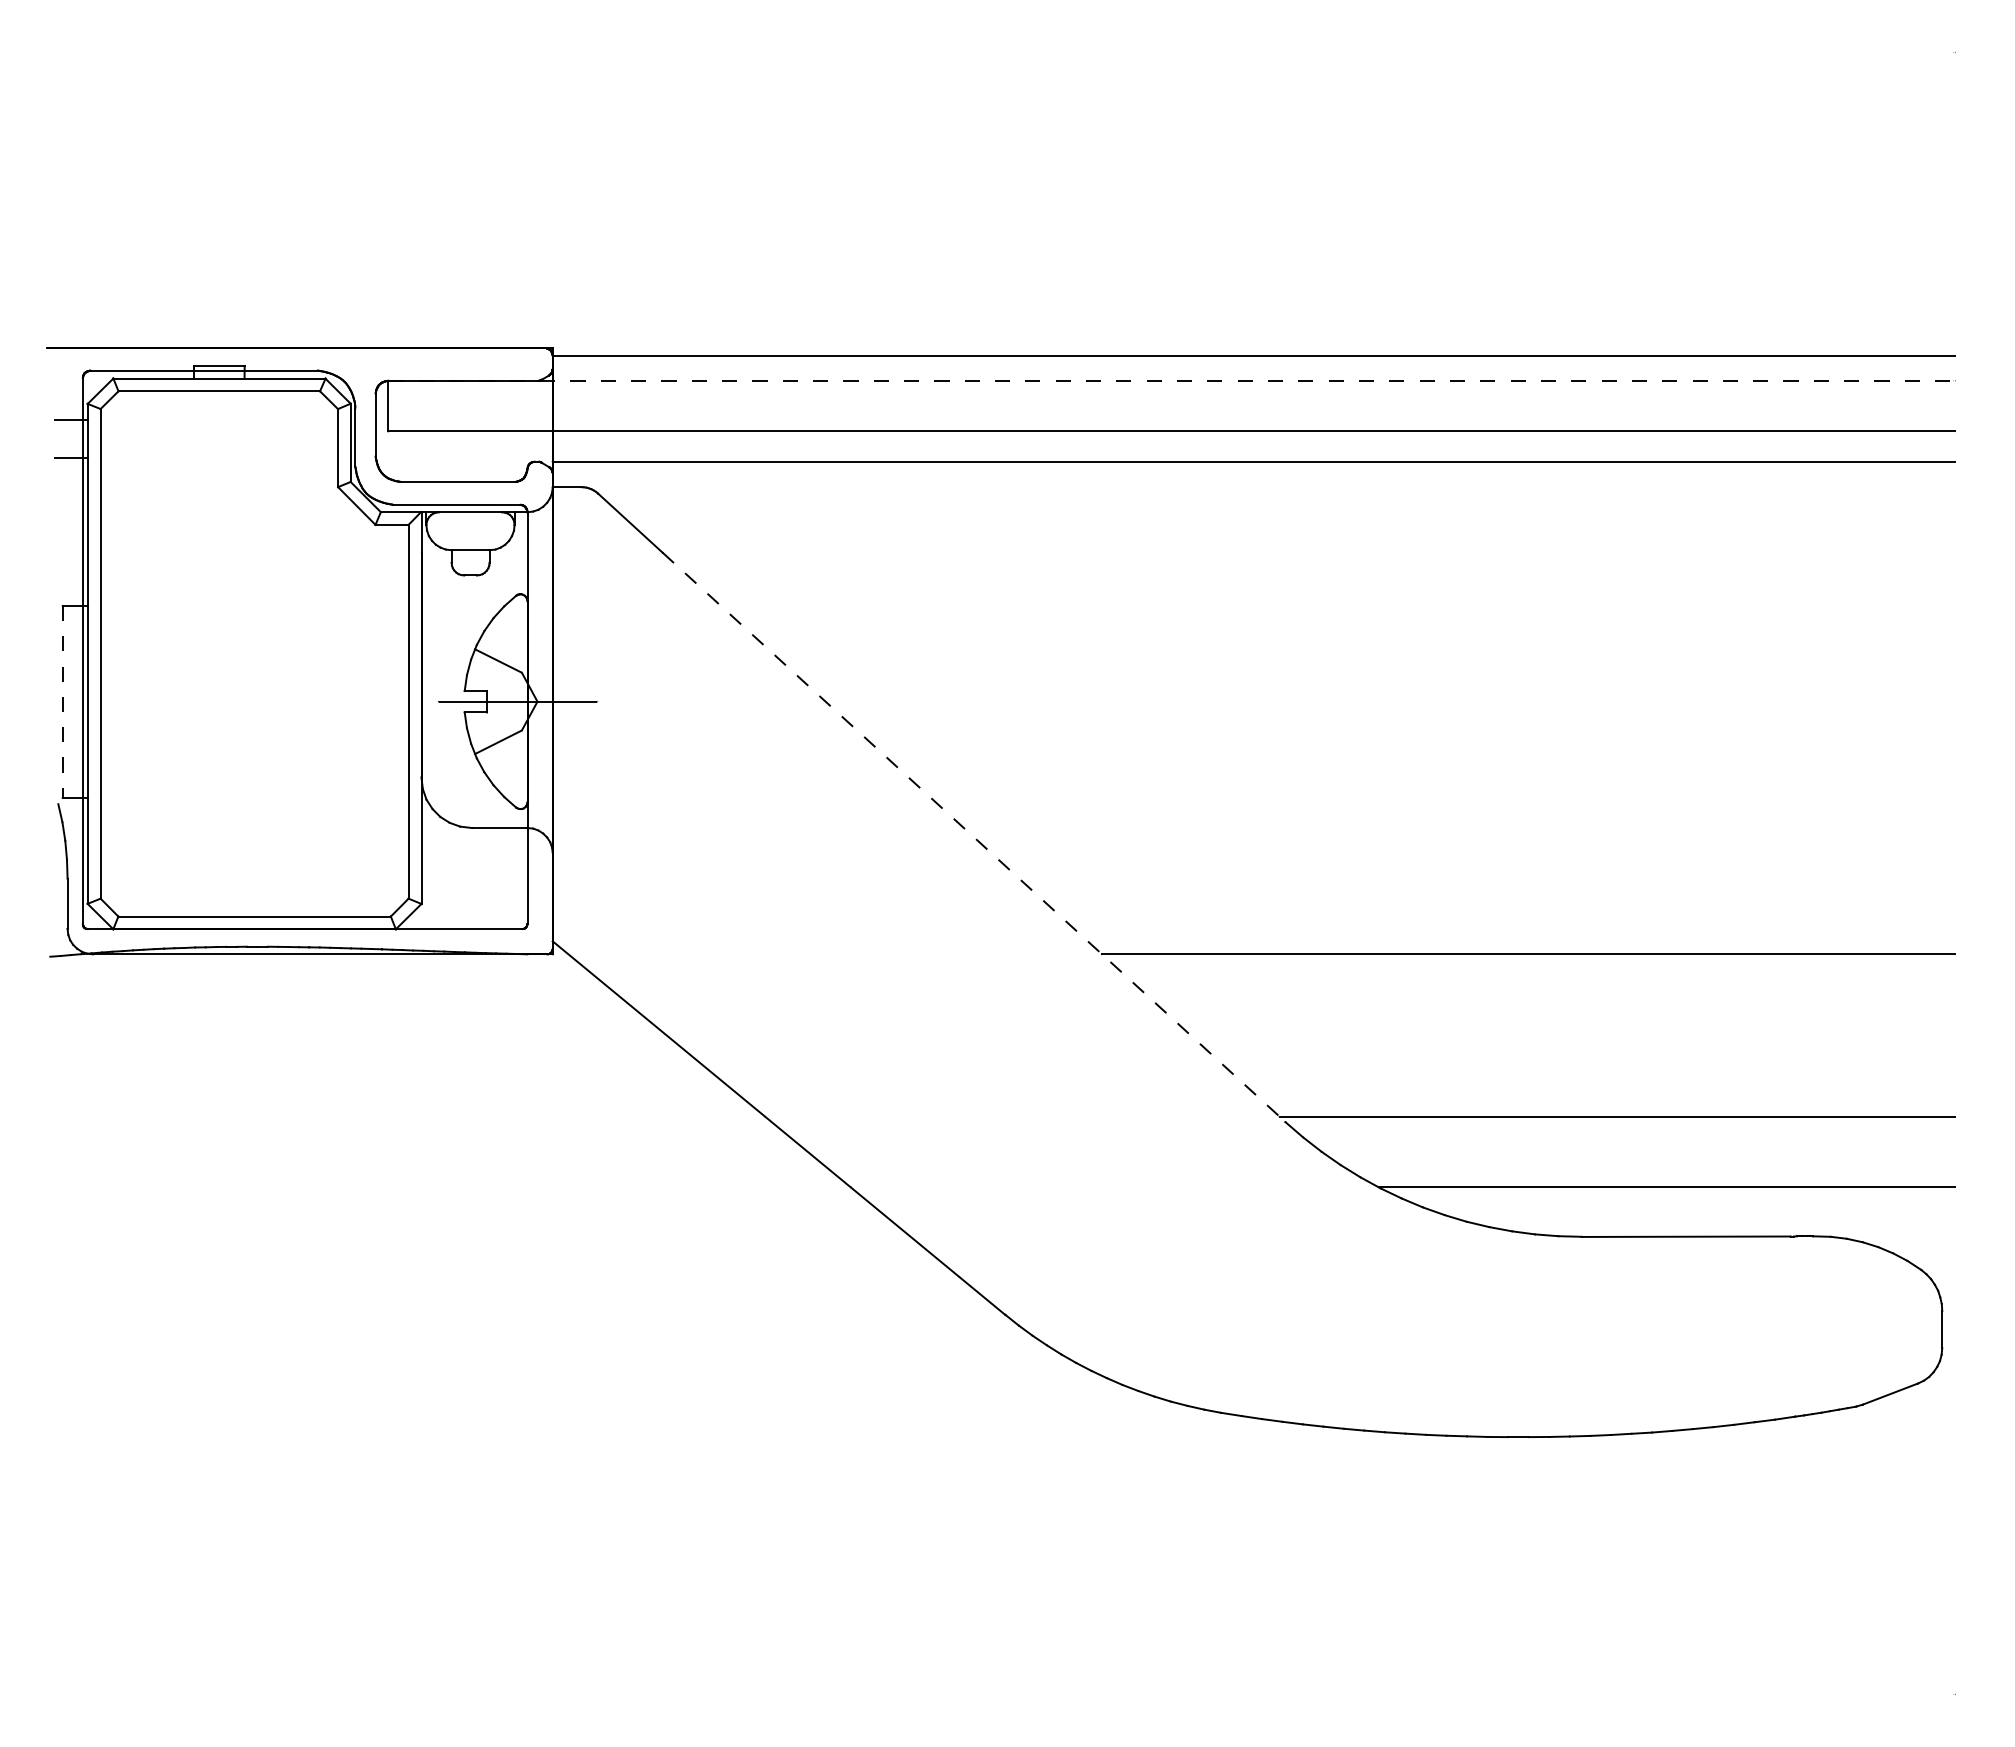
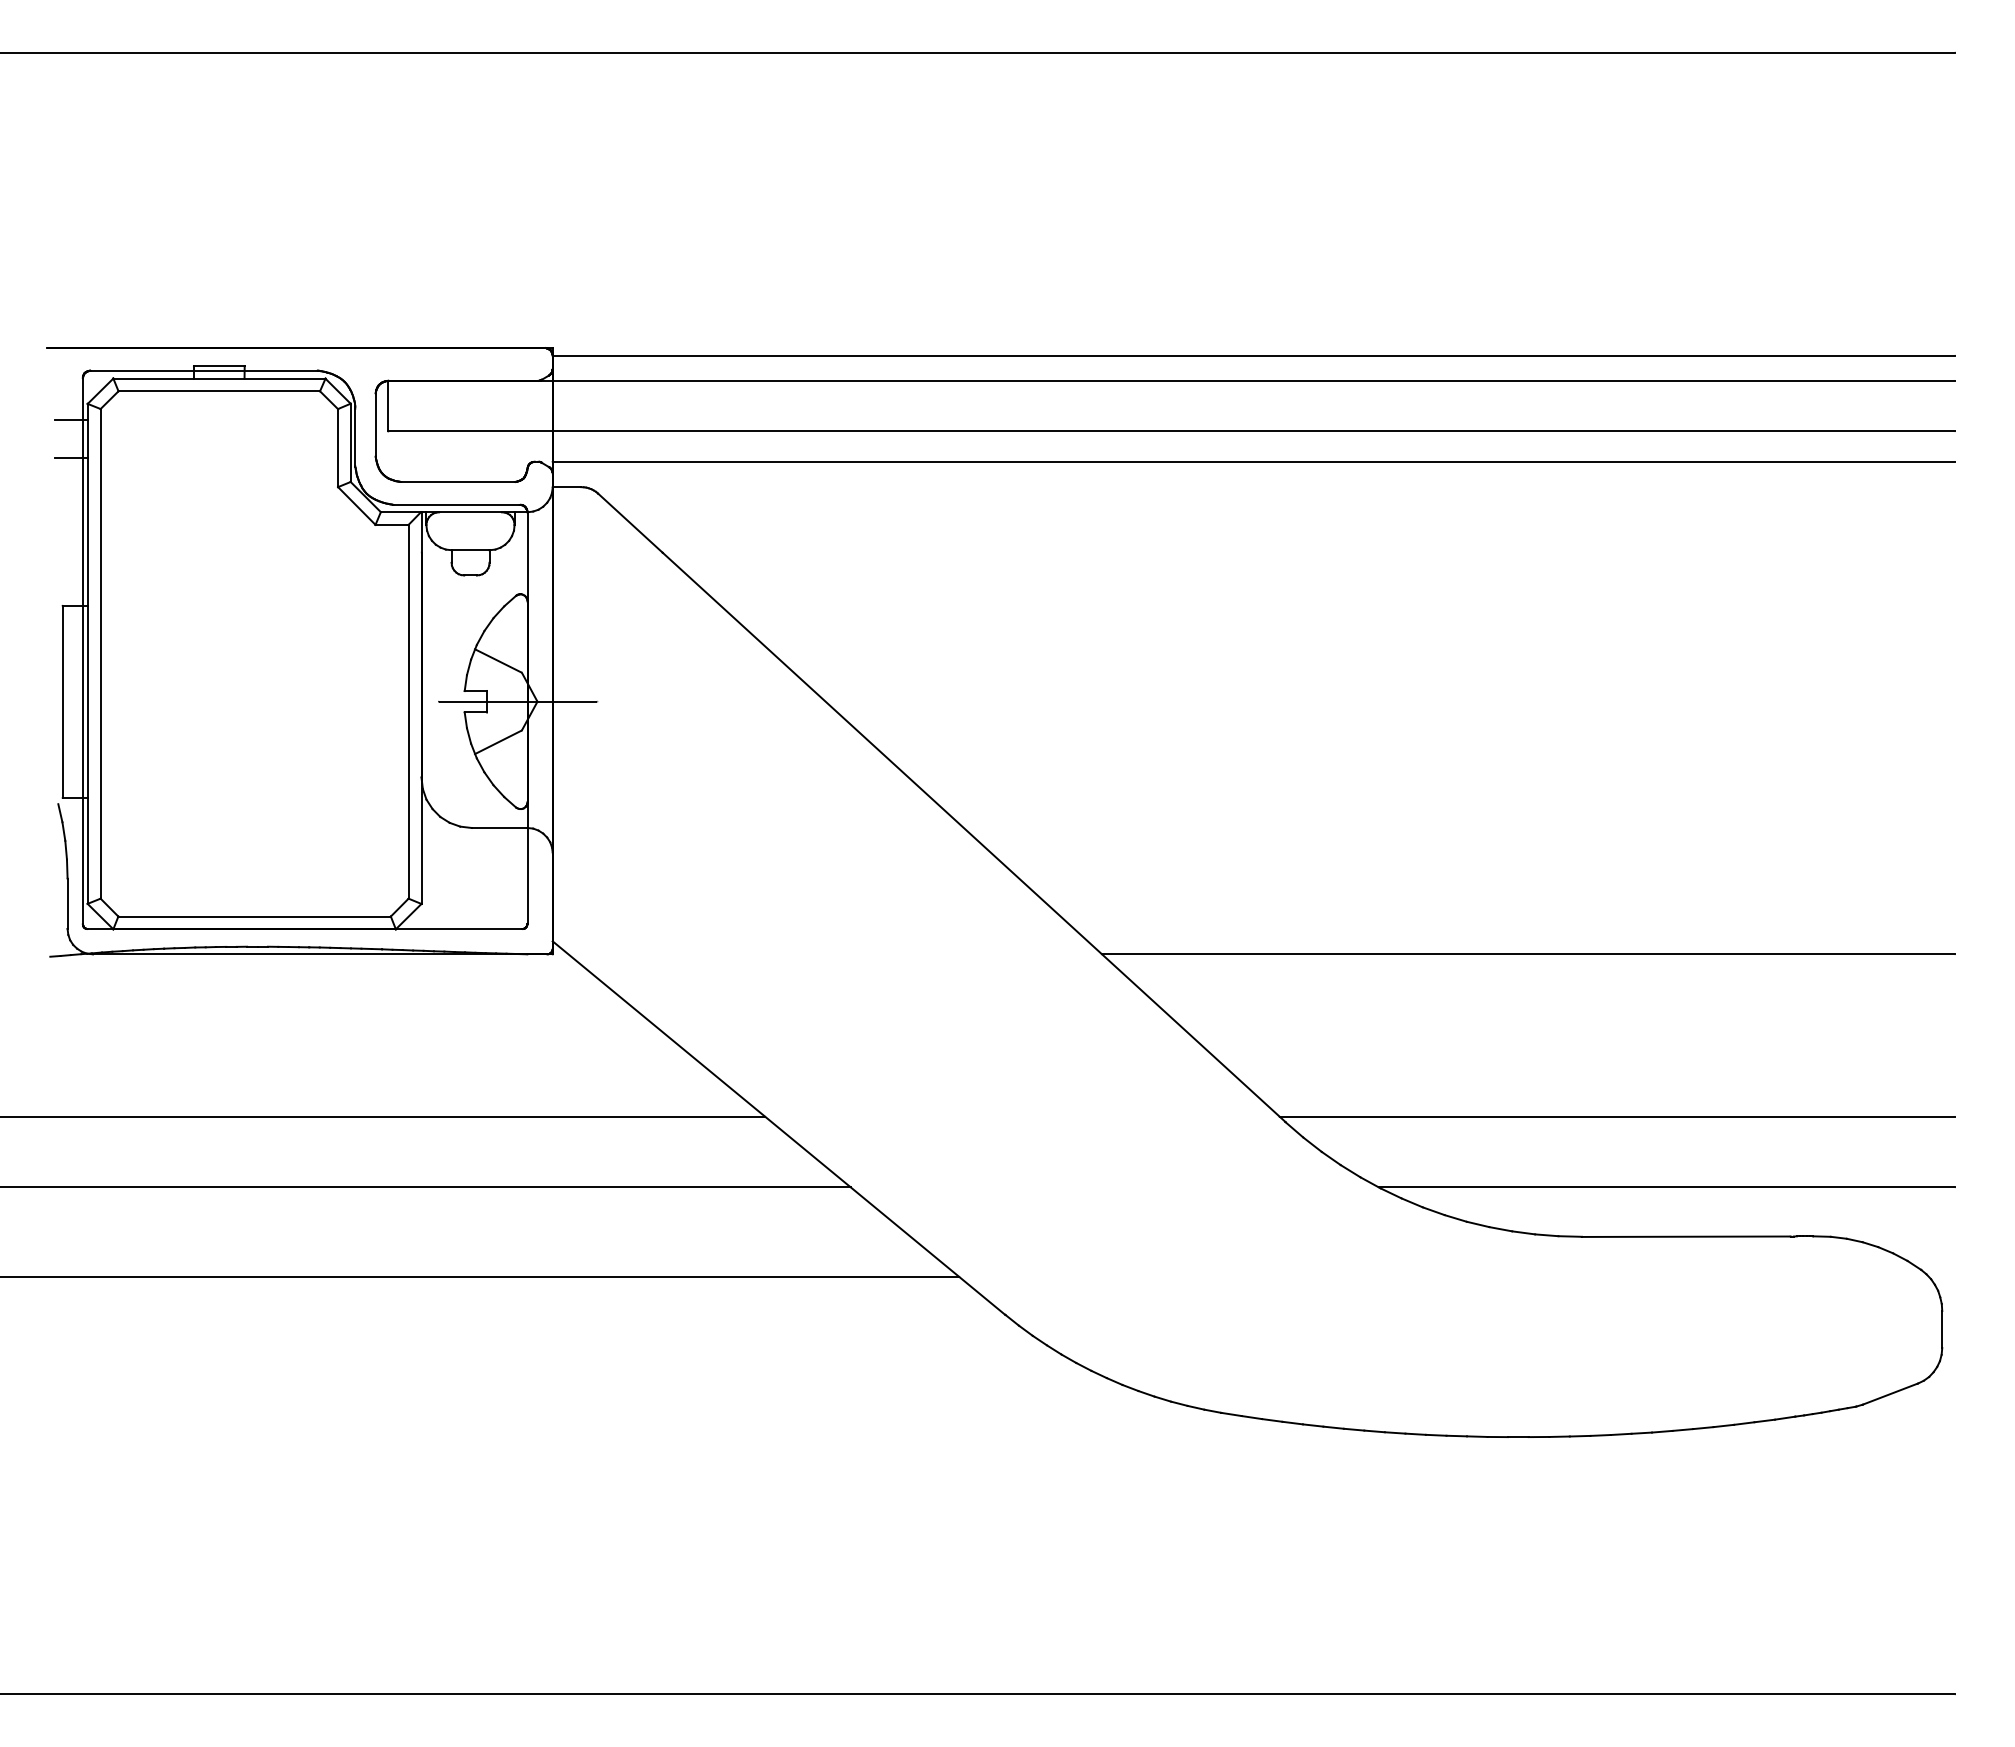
line at (978, 52): none -> present
line at (1171, 380): dashed -> solid
line at (62, 701): dashed -> solid
line at (974, 837): dashed -> solid
line at (383, 1116): none -> present
line at (426, 1187): none -> present
line at (480, 1276): none -> present
line at (978, 1694): none -> present
